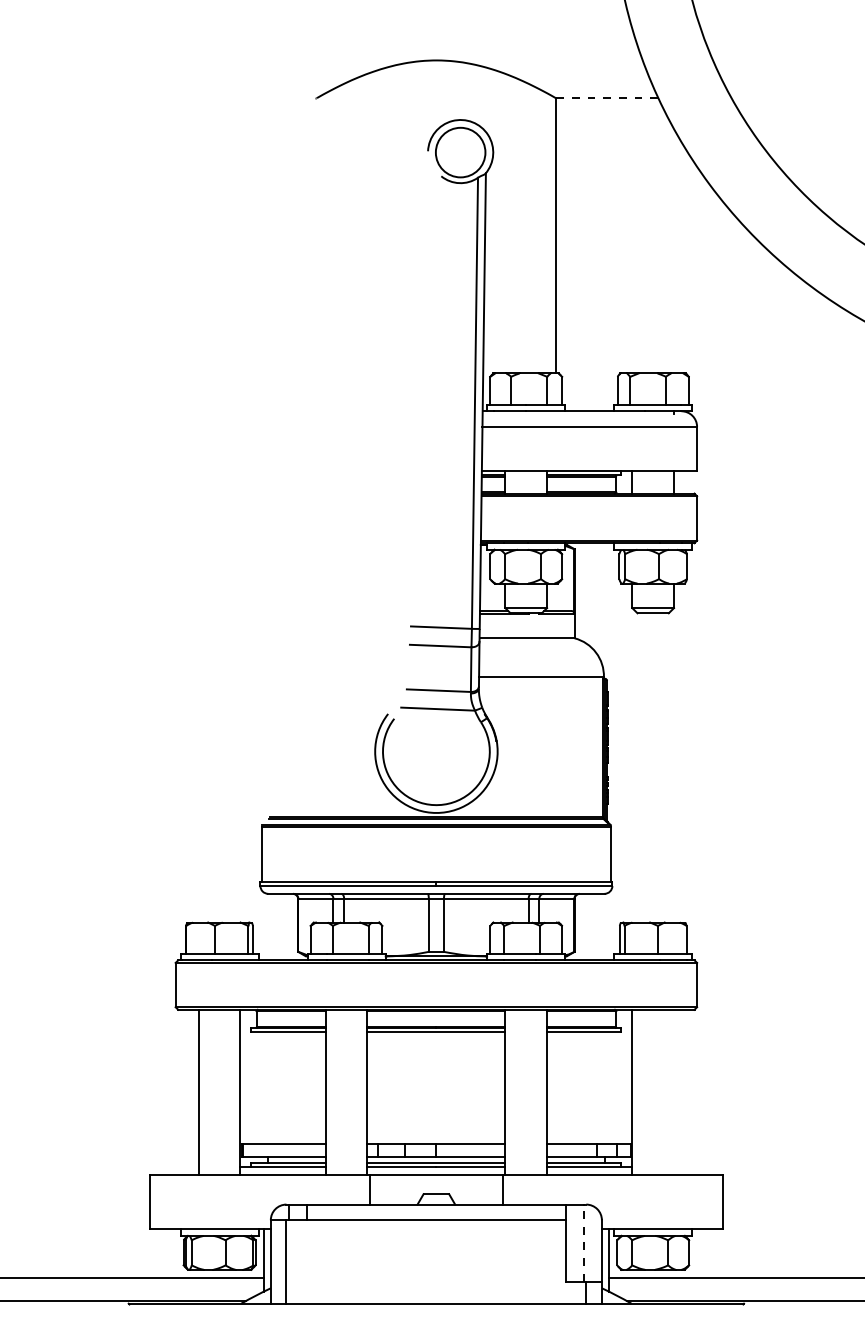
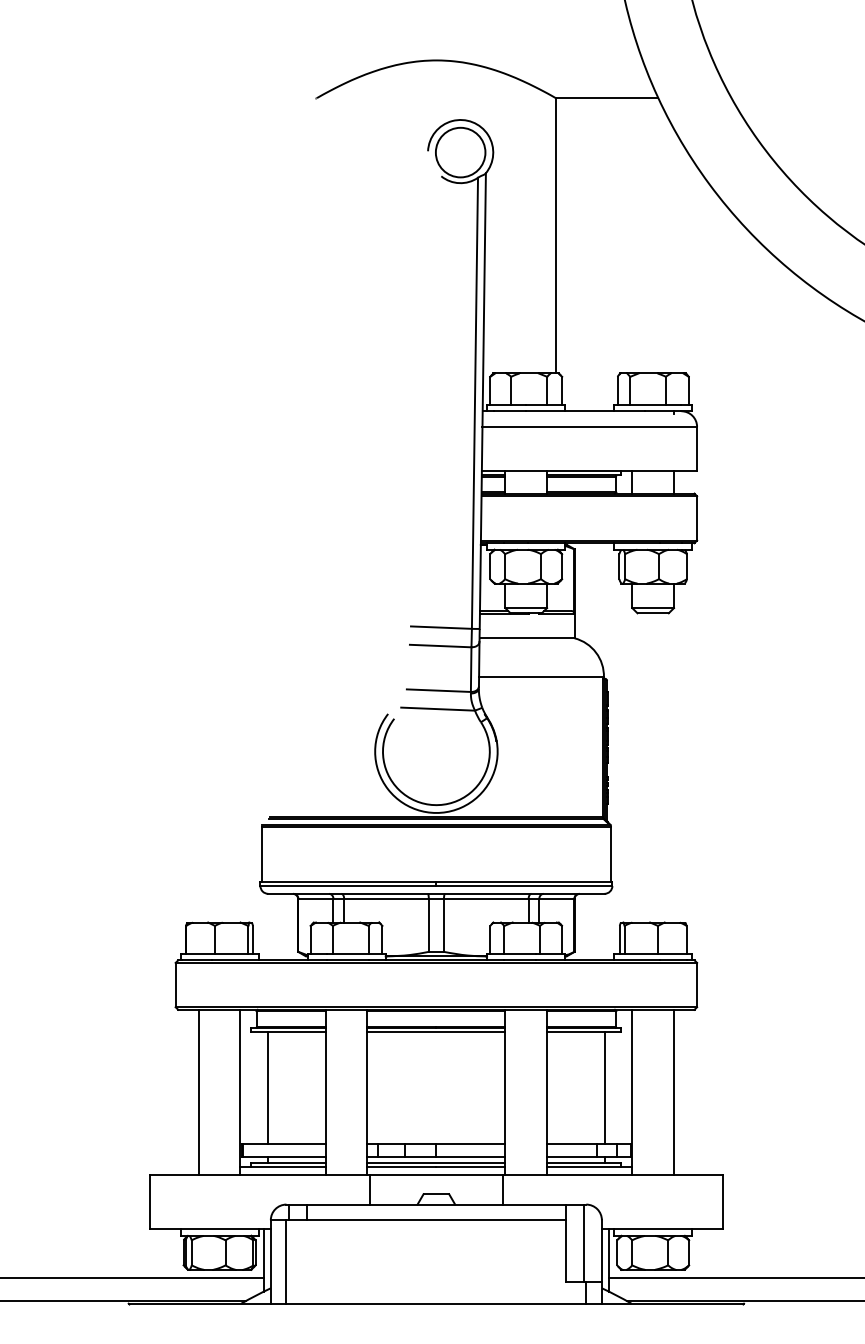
line at (607, 98): dashed -> solid
line at (268, 1088): none -> present
line at (604, 1088): none -> present
line at (674, 1091): none -> present
line at (583, 1242): dashed -> solid
